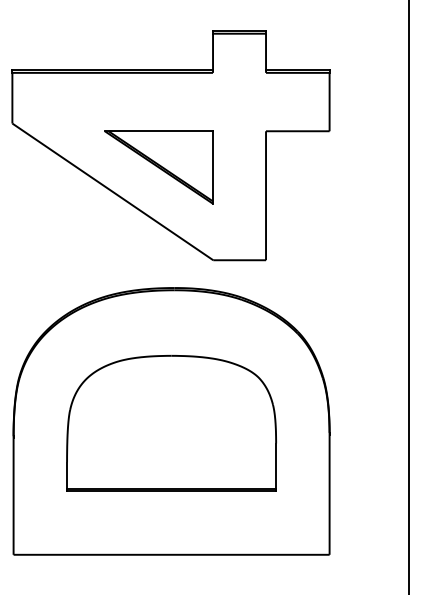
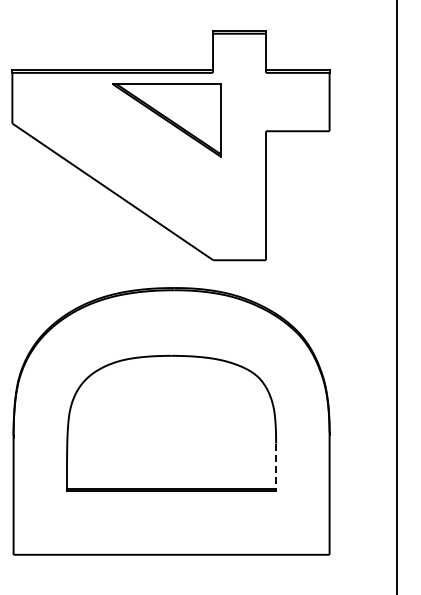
part at (158, 167) position: (158, 167) -> (166, 120)
line at (408, 296) position: (408, 296) -> (396, 296)
line at (276, 467): solid -> dashed
